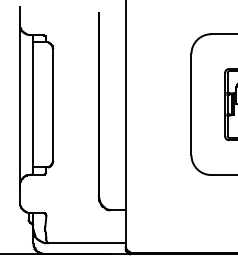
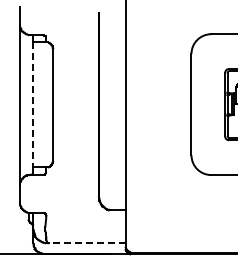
line at (33, 105): solid -> dashed
line at (87, 243): solid -> dashed
